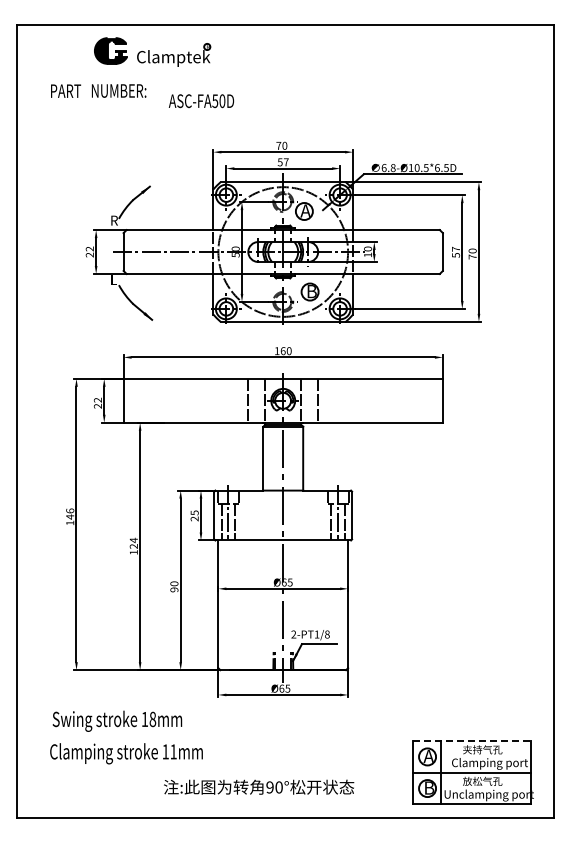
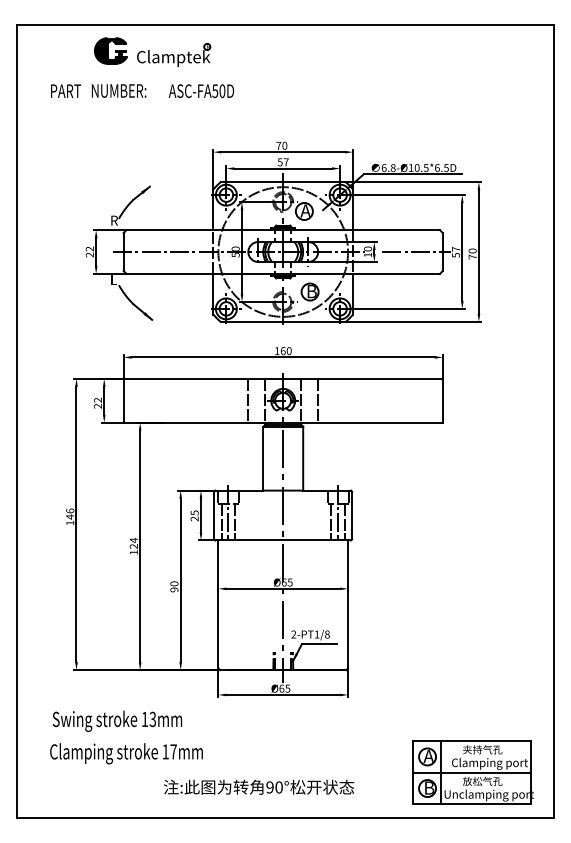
text at (201, 101) position: (201, 101) -> (201, 91)
line at (416, 252): none -> present
text at (152, 719): 18mm -> 13mm
line at (472, 740): dashed -> solid
text at (173, 751): 11mm -> 17mm
